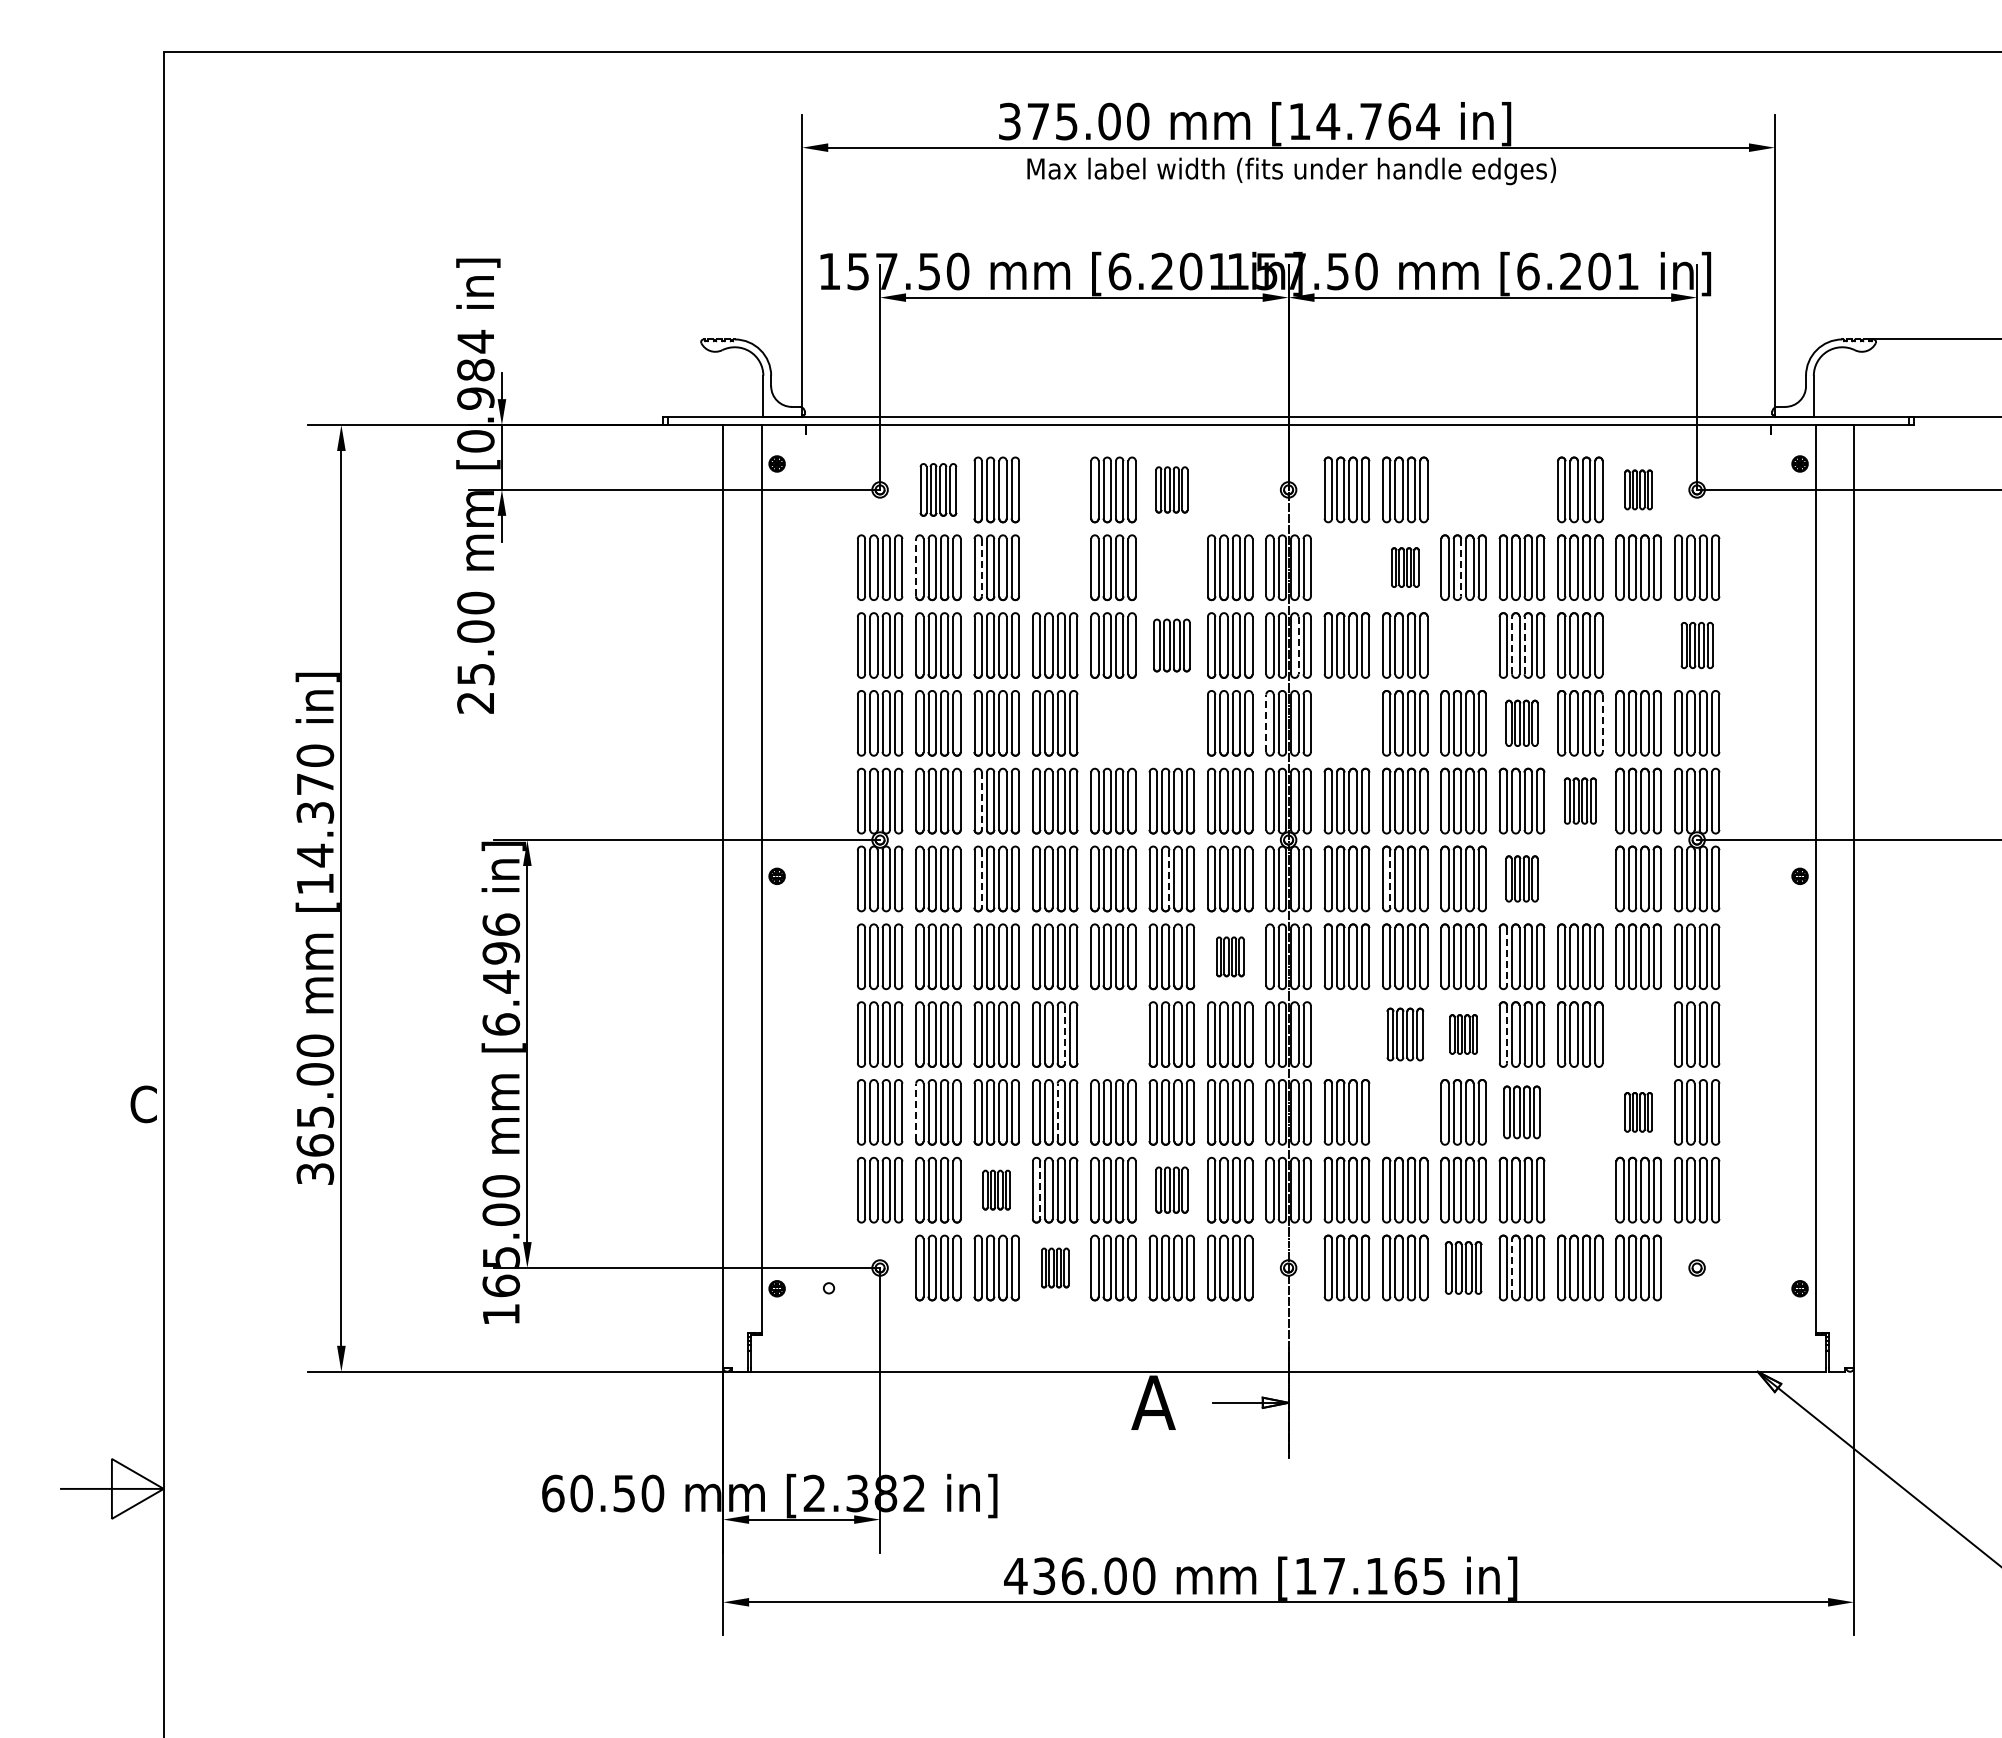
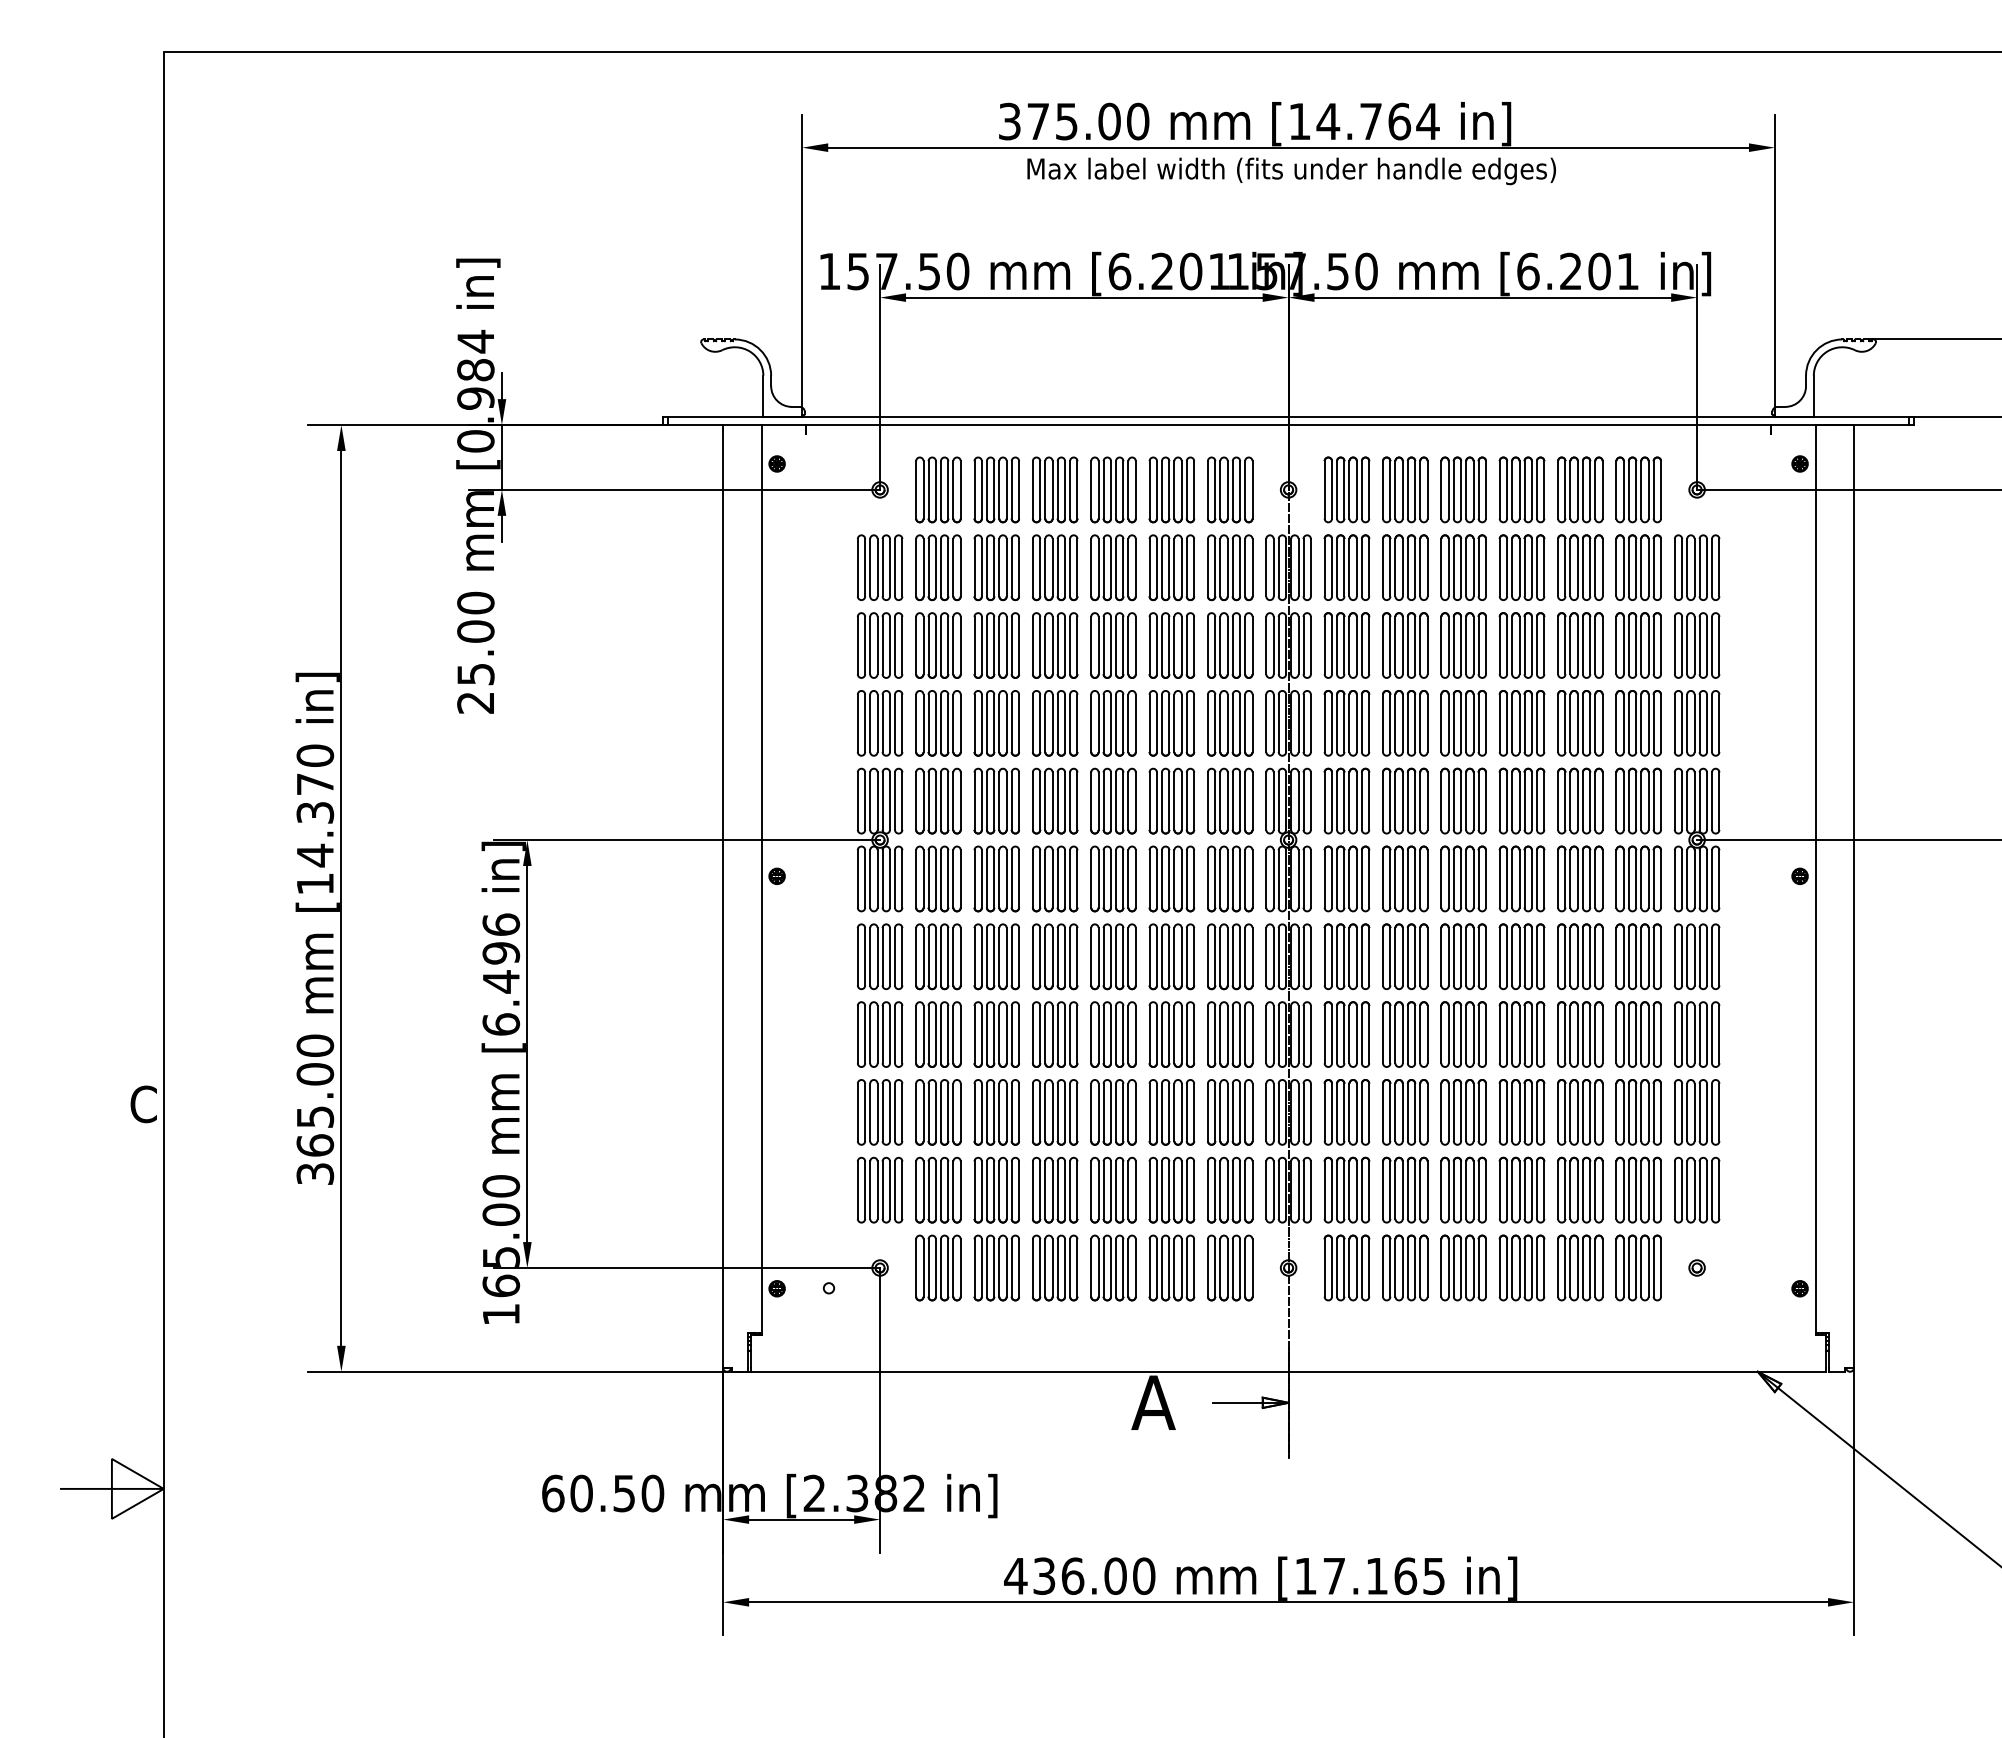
part at (938, 489) size: 39x54 px -> 47x68 px
part at (1055, 489): none -> present
part at (1171, 489) size: 34x48 px -> 48x68 px
part at (1230, 489): none -> present
part at (1463, 489): none -> present
part at (1521, 489): none -> present
part at (1638, 489) size: 29x42 px -> 47x68 px
line at (916, 567): dashed -> solid
line at (981, 567): dashed -> solid
part at (1055, 567): none -> present
part at (1171, 567): none -> present
part at (1346, 567): none -> present
part at (1405, 567) size: 29x41 px -> 47x67 px
line at (1461, 567): dashed -> solid
part at (1171, 645) size: 38x55 px -> 48x67 px
line at (1298, 645): dashed -> solid
part at (1463, 645): none -> present
line at (1512, 645): dashed -> solid
line at (1524, 645): dashed -> solid
part at (1638, 645): none -> present
part at (1696, 645) size: 34x48 px -> 47x67 px
part at (1521, 722) size: 34x48 px -> 48x67 px
part at (1113, 723): none -> present
part at (1171, 723): none -> present
line at (1266, 723): dashed -> solid
part at (1346, 723): none -> present
line at (1602, 723): dashed -> solid
part at (1579, 800) size: 34x48 px -> 47x68 px
line at (981, 801): dashed -> solid
line at (981, 878): dashed -> solid
line at (1169, 878): dashed -> solid
line at (1390, 878): dashed -> solid
part at (1521, 878) size: 34x48 px -> 48x68 px
part at (1580, 878): none -> present
part at (1230, 956) size: 29x42 px -> 47x68 px
line at (1507, 956): dashed -> solid
line at (1065, 1034): dashed -> solid
part at (1113, 1034): none -> present
part at (1346, 1034): none -> present
part at (1405, 1034) size: 39x55 px -> 47x67 px
part at (1463, 1034) size: 29x41 px -> 47x67 px
line at (1507, 1034): dashed -> solid
part at (1638, 1034): none -> present
line at (916, 1112): dashed -> solid
line at (1057, 1112): dashed -> solid
part at (1405, 1112): none -> present
part at (1521, 1112) size: 38x55 px -> 48x67 px
part at (1580, 1112): none -> present
part at (1638, 1112) size: 29x41 px -> 47x67 px
part at (996, 1189) size: 29x42 px -> 47x68 px
part at (1171, 1189) size: 34x48 px -> 48x68 px
part at (1580, 1189): none -> present
line at (1040, 1190): dashed -> solid
part at (1055, 1267) size: 29x42 px -> 47x68 px
part at (1463, 1267) size: 39x54 px -> 47x68 px
line at (1512, 1268): dashed -> solid
